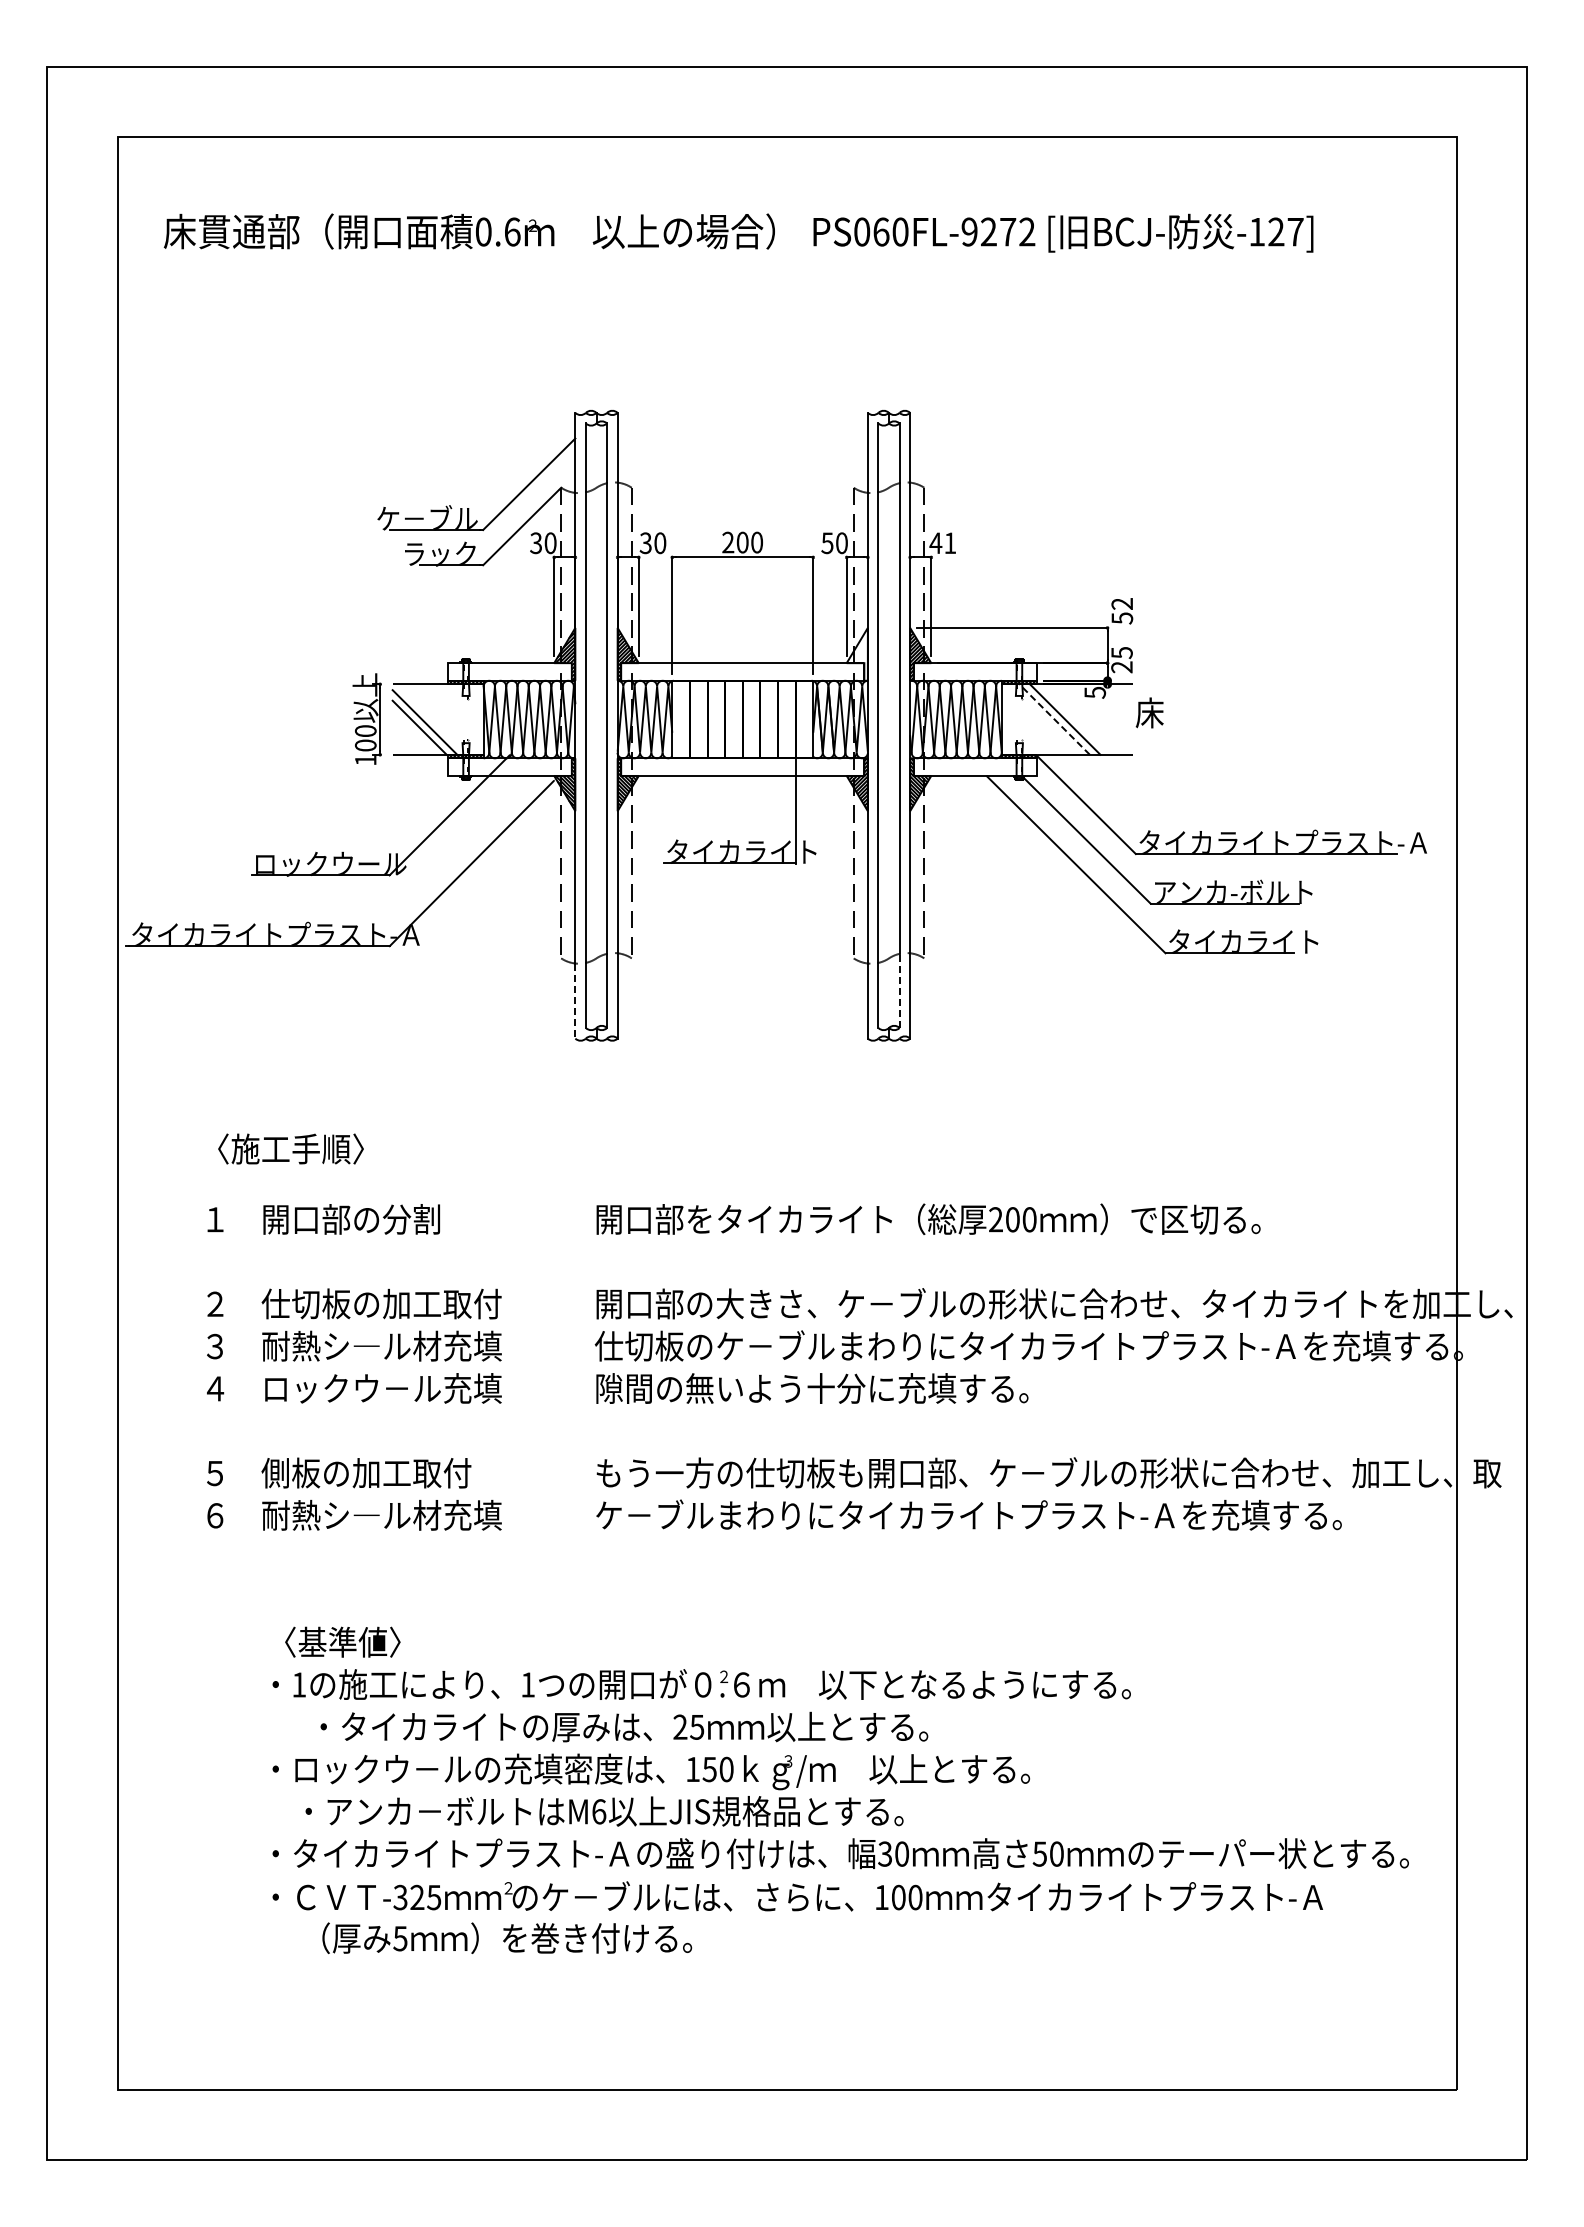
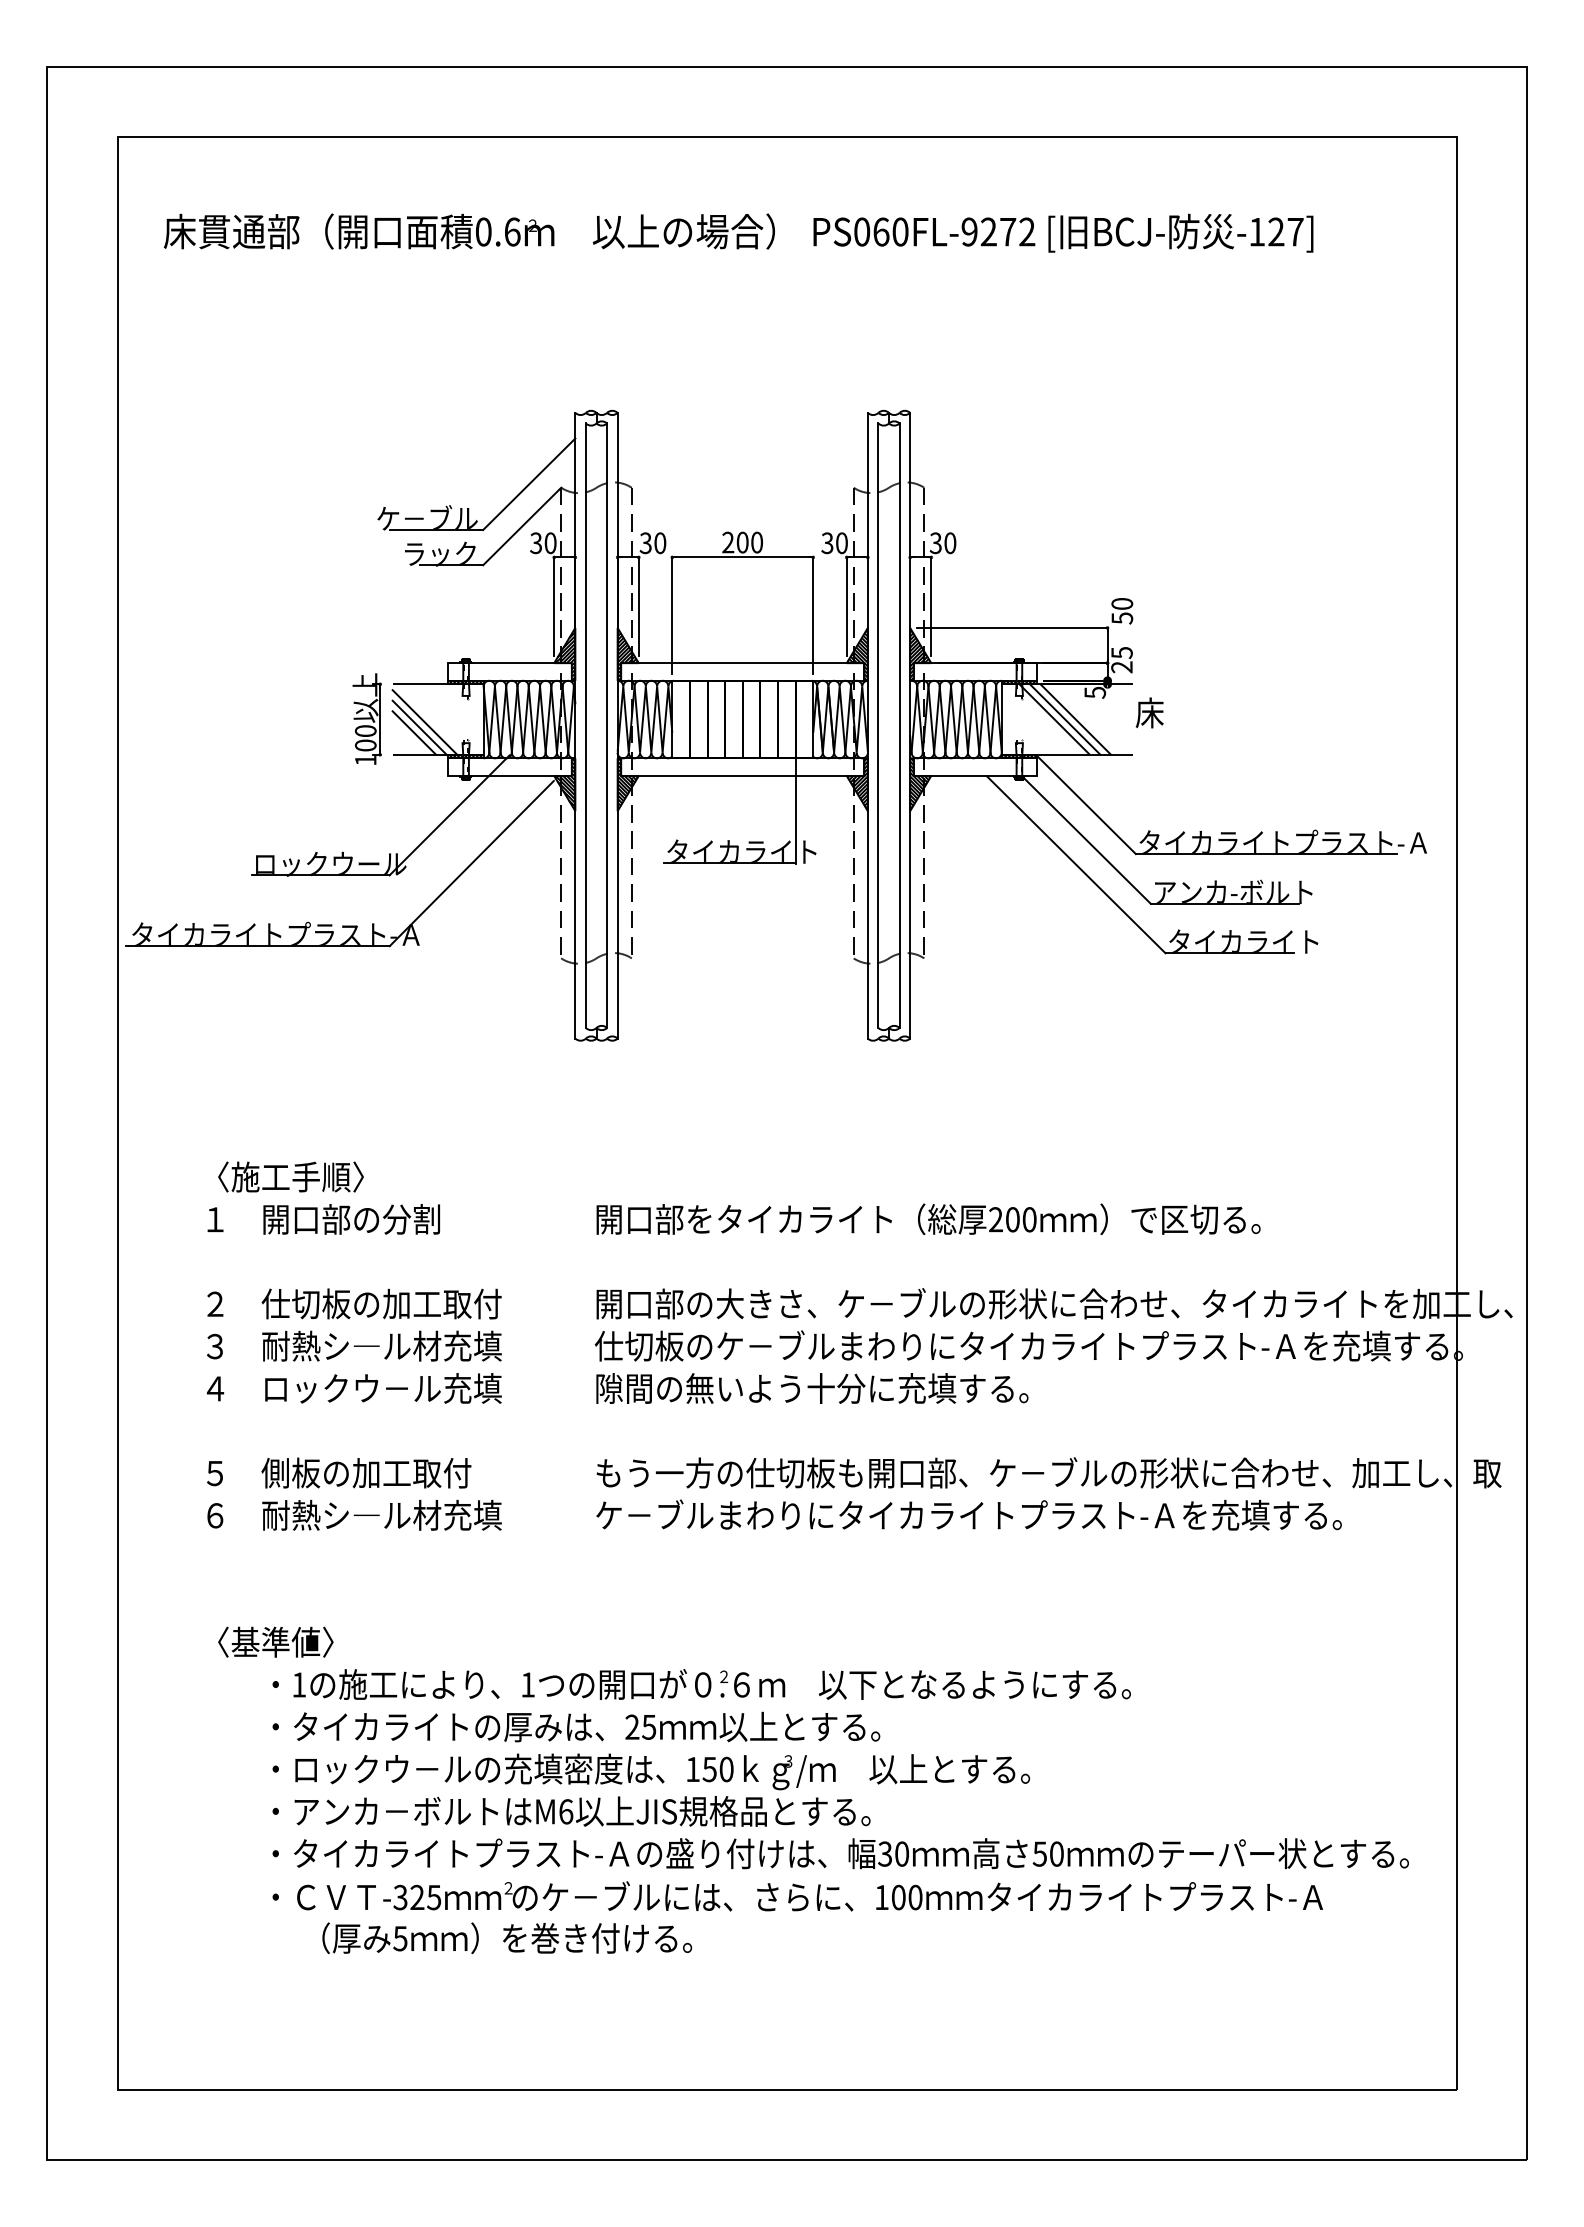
text at (827, 542): 50 -> 30
text at (942, 543): 41 -> 30
text at (1122, 603): 52 -> 50
hatch at (857, 654): none -> present
line at (1054, 719): dashed -> solid
line at (1075, 719): none -> present
line at (414, 732): none -> present
line at (899, 990): dashed -> solid
line at (575, 1001): dashed -> solid
text at (290, 1148) position: (290, 1148) -> (290, 1176)
text at (342, 1641) position: (342, 1641) -> (275, 1641)
text at (624, 1726) position: (624, 1726) -> (576, 1726)
text at (604, 1811) position: (604, 1811) -> (571, 1811)
